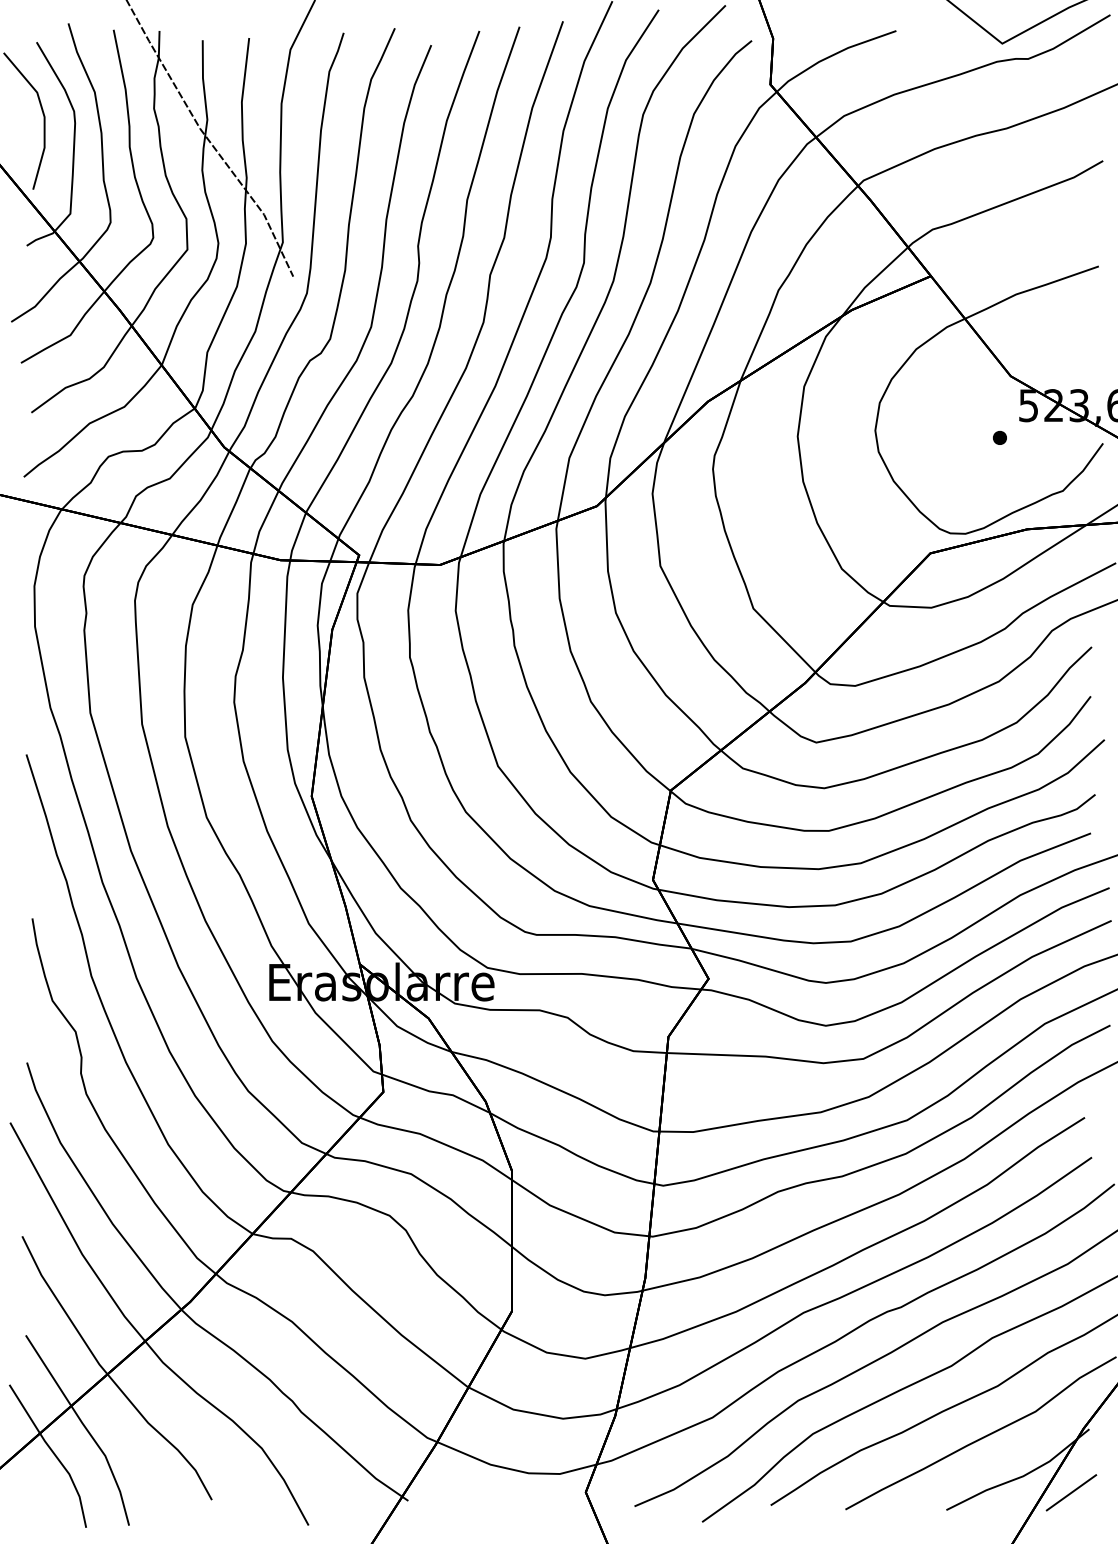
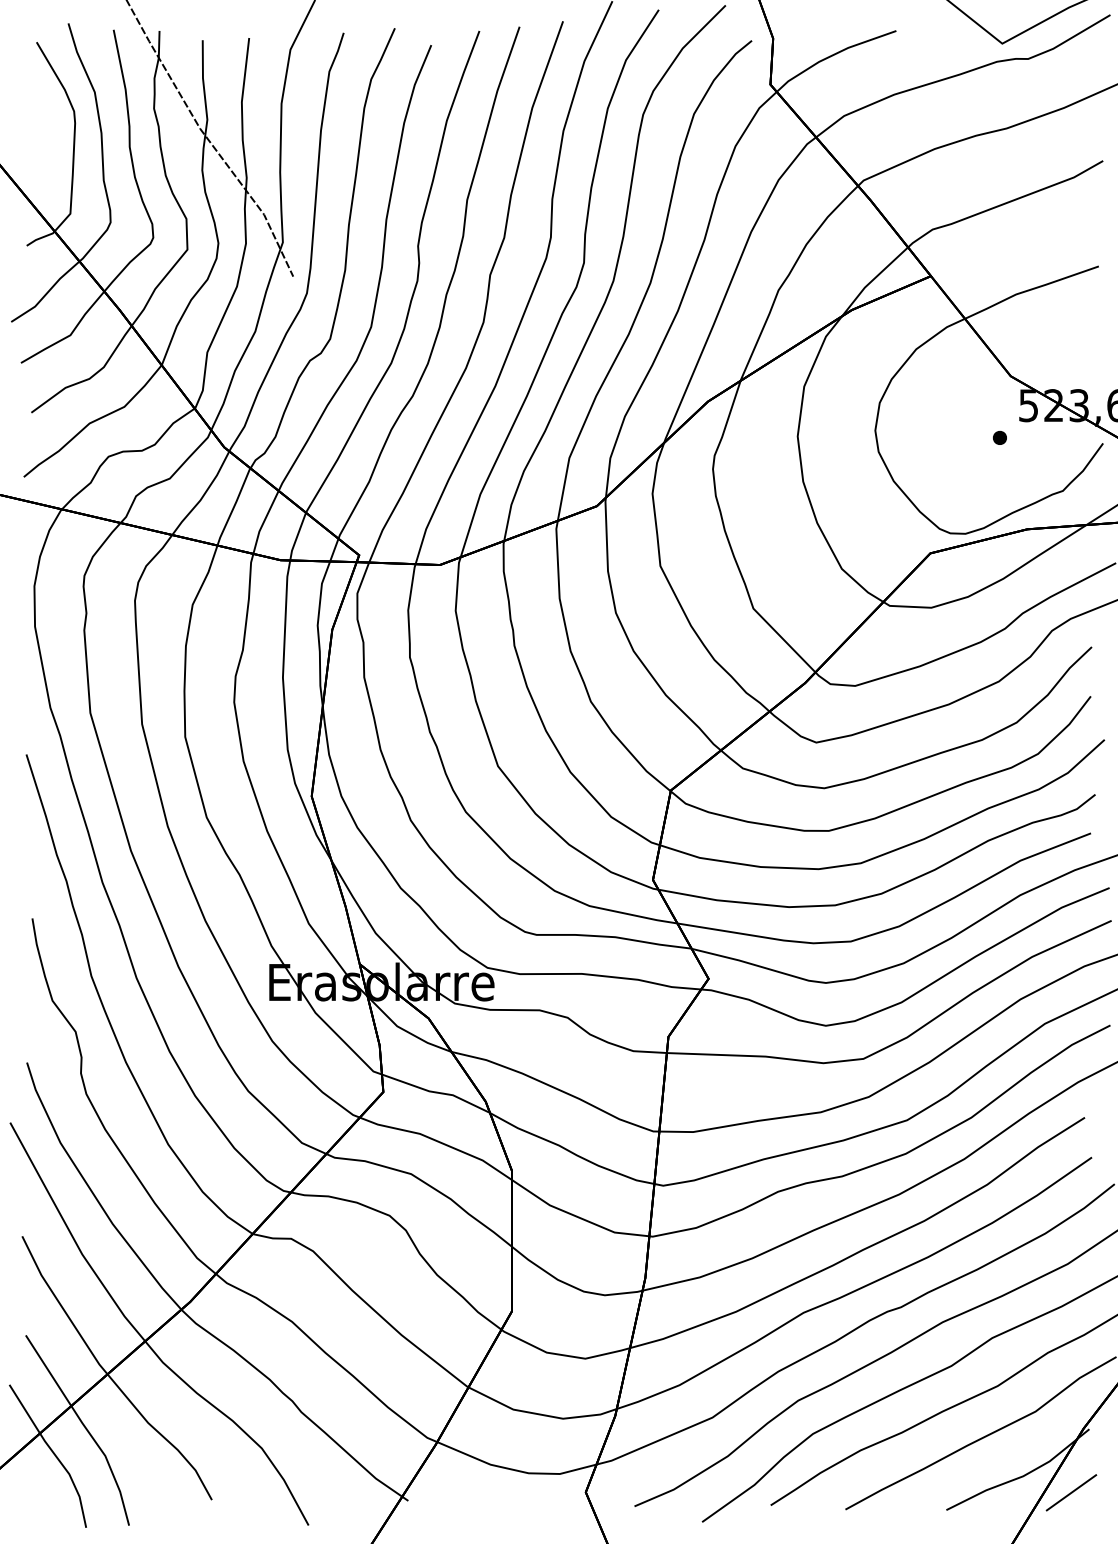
line at (42, 114): present -> none
